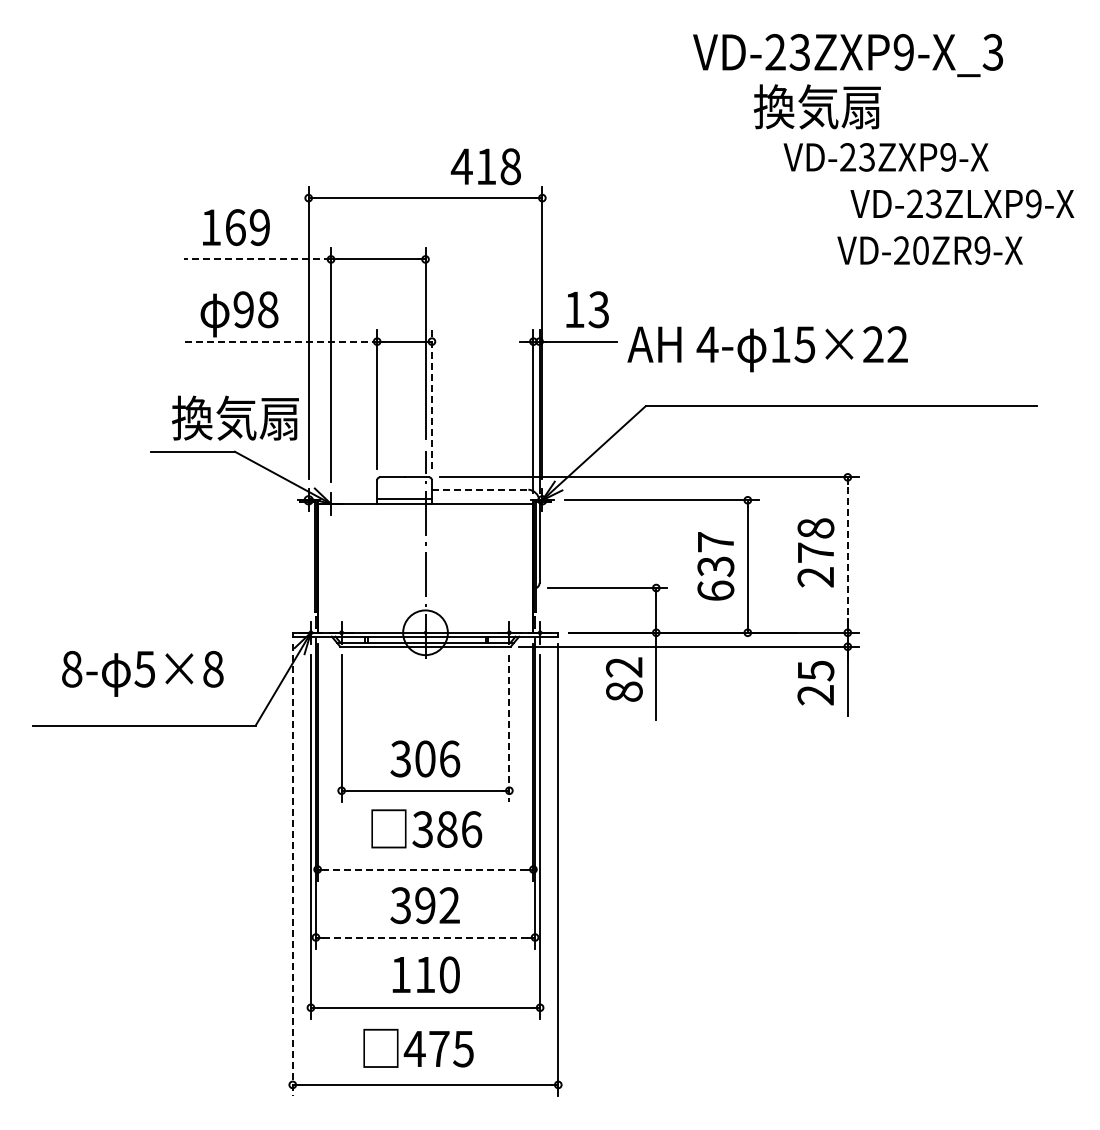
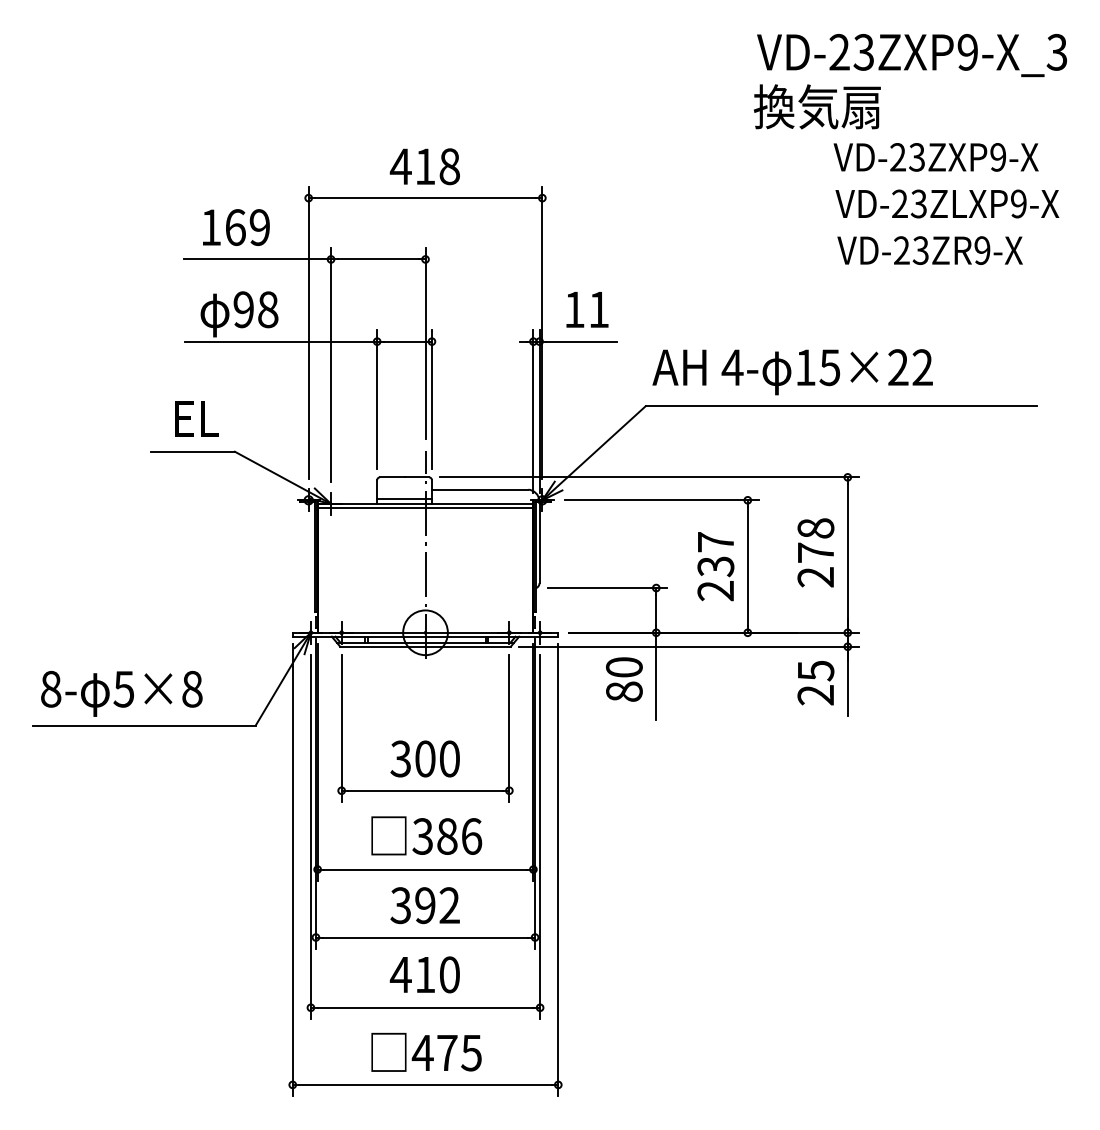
text at (847, 55) position: (847, 55) -> (911, 55)
text at (885, 157) position: (885, 157) -> (935, 157)
text at (485, 166) position: (485, 166) -> (424, 166)
text at (962, 203) position: (962, 203) -> (947, 203)
text at (920, 250): VD-20ZR9-X -> VD-23ZR9-X
line at (257, 259): dashed -> solid
text at (598, 309): 13 -> 11
line at (281, 341): dashed -> solid
text at (767, 349) position: (767, 349) -> (792, 372)
line at (431, 399): dashed -> solid
text at (235, 417): 換気扇 -> EL
line at (480, 489): dashed -> solid
line at (425, 508): none -> present
line at (847, 555): dashed -> solid
text at (715, 590): 637 -> 237
text at (624, 667): 82 -> 80
text at (142, 673) position: (142, 673) -> (121, 693)
line at (509, 729): dashed -> solid
text at (450, 758): 306 -> 300
text at (426, 828) position: (426, 828) -> (426, 835)
line at (425, 869): dashed -> solid
line at (292, 870): dashed -> solid
line at (425, 937): dashed -> solid
text at (400, 974): 110 -> 410
text at (418, 1047) position: (418, 1047) -> (426, 1051)
